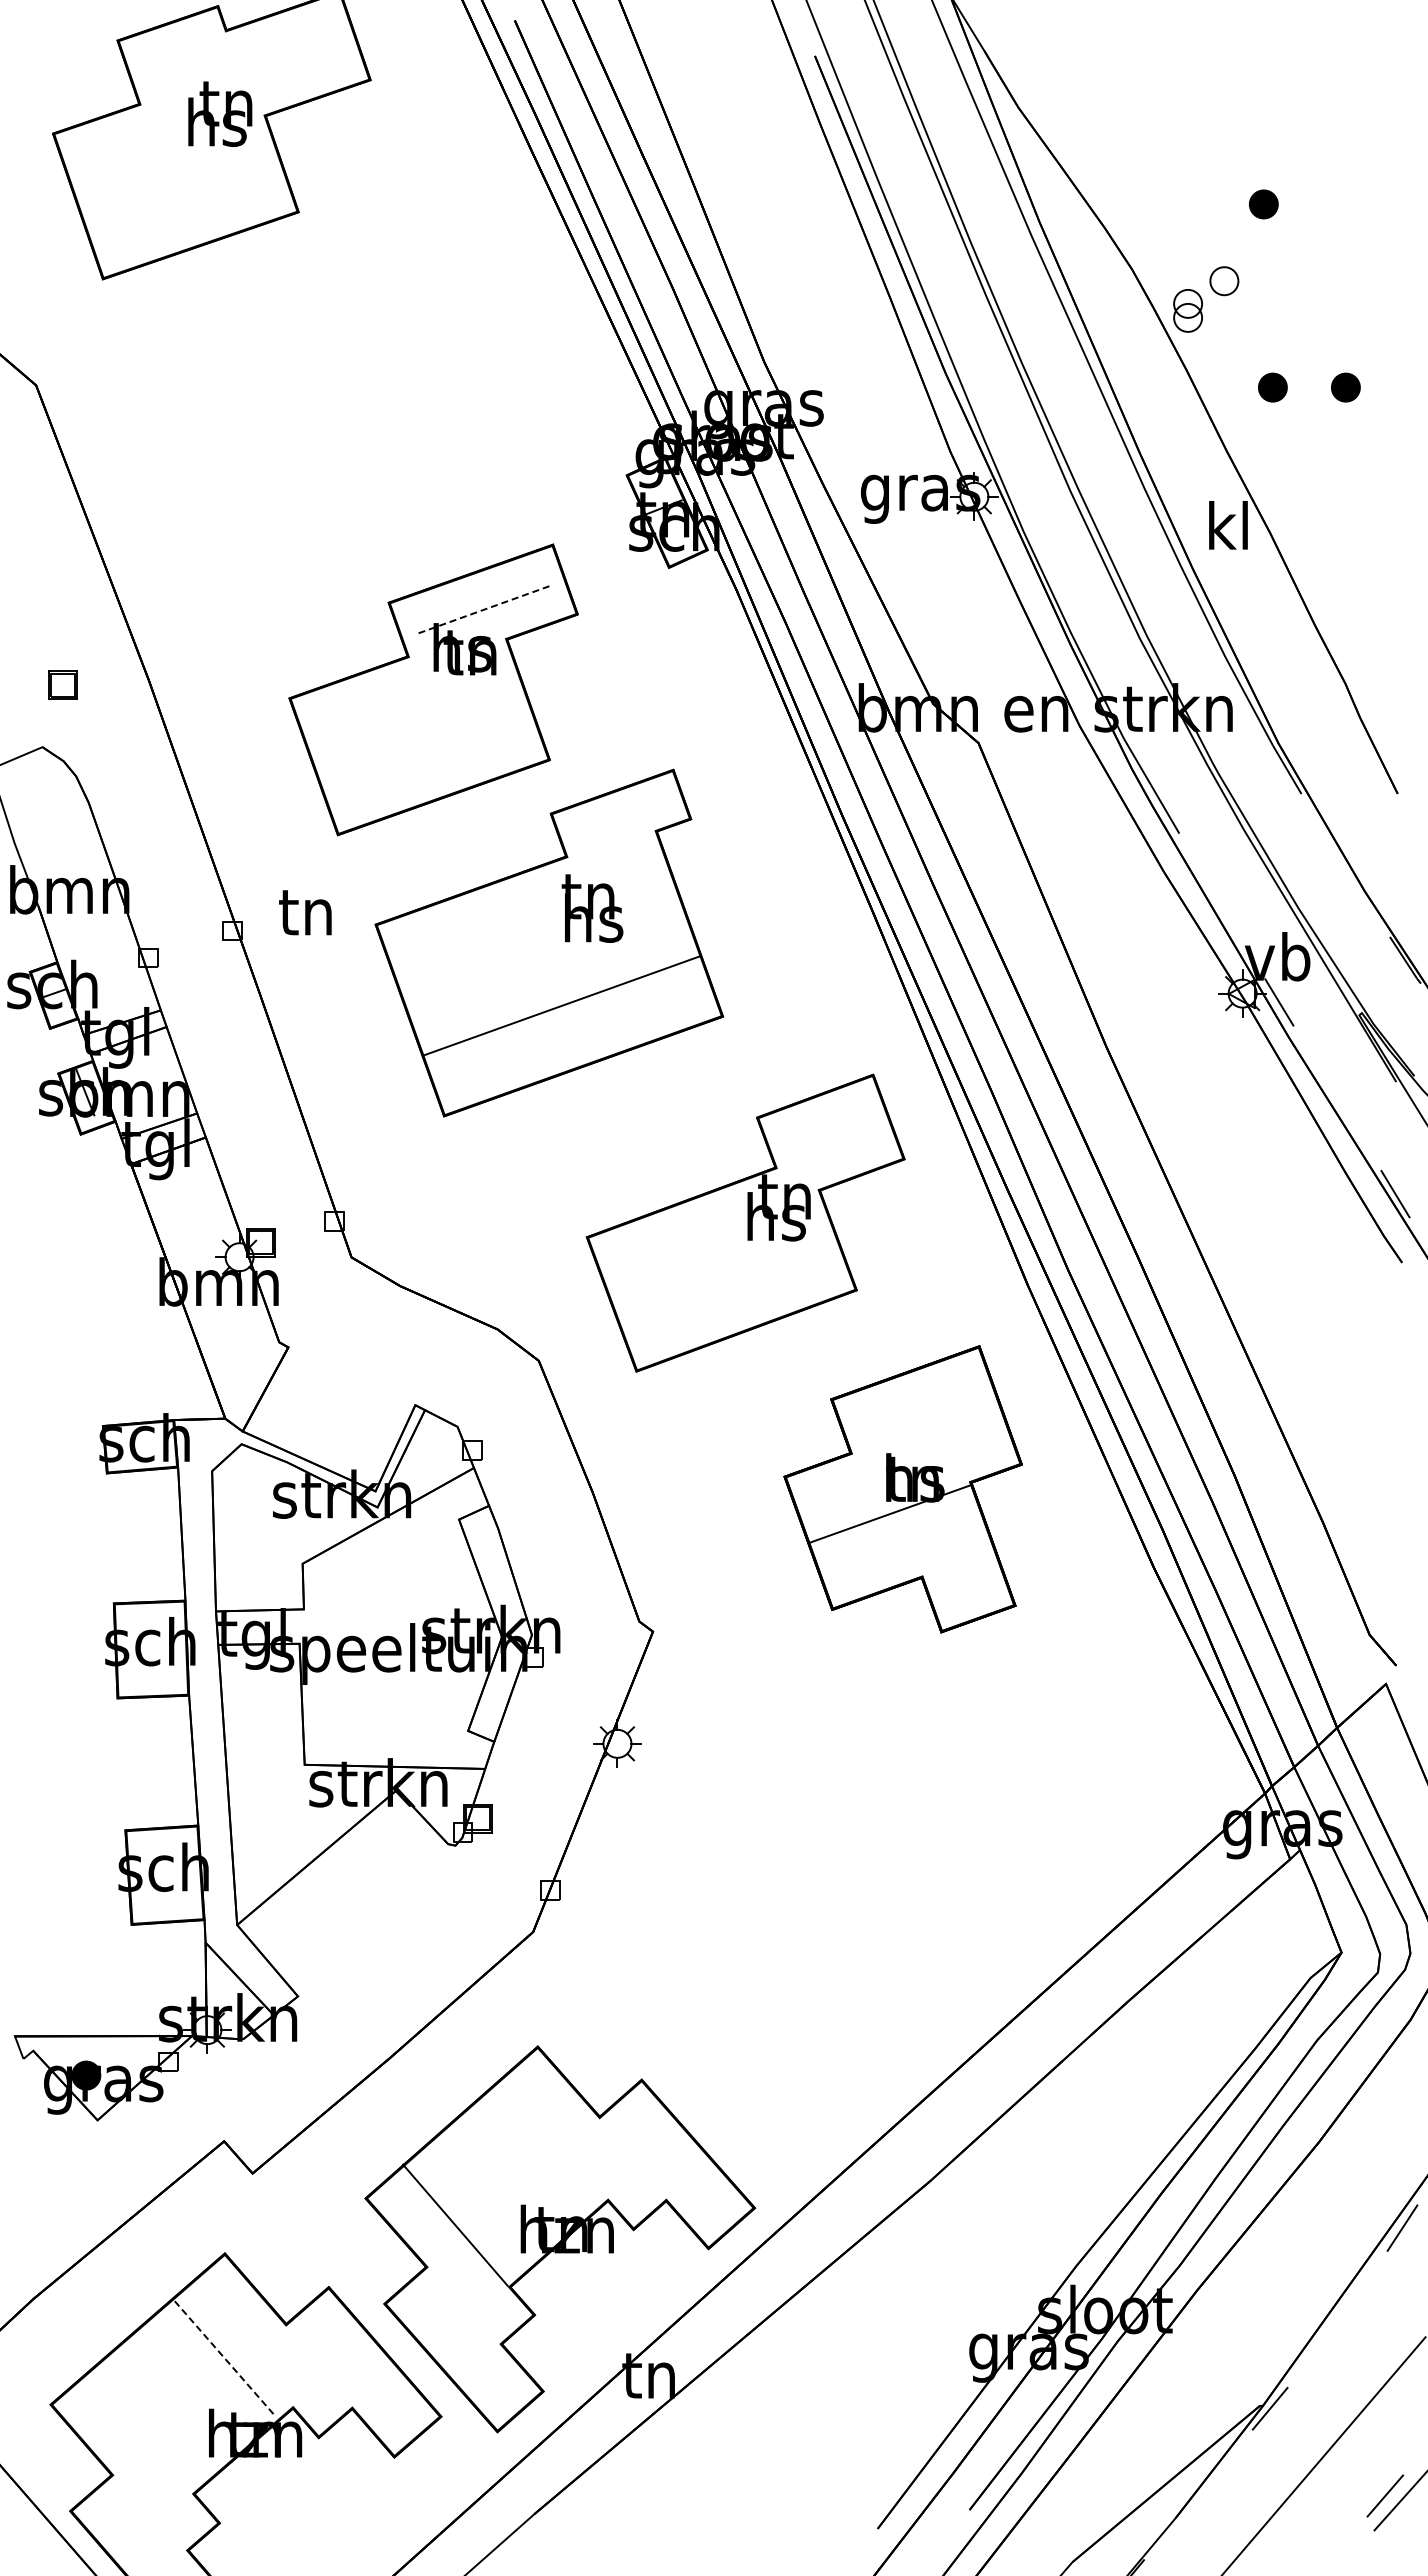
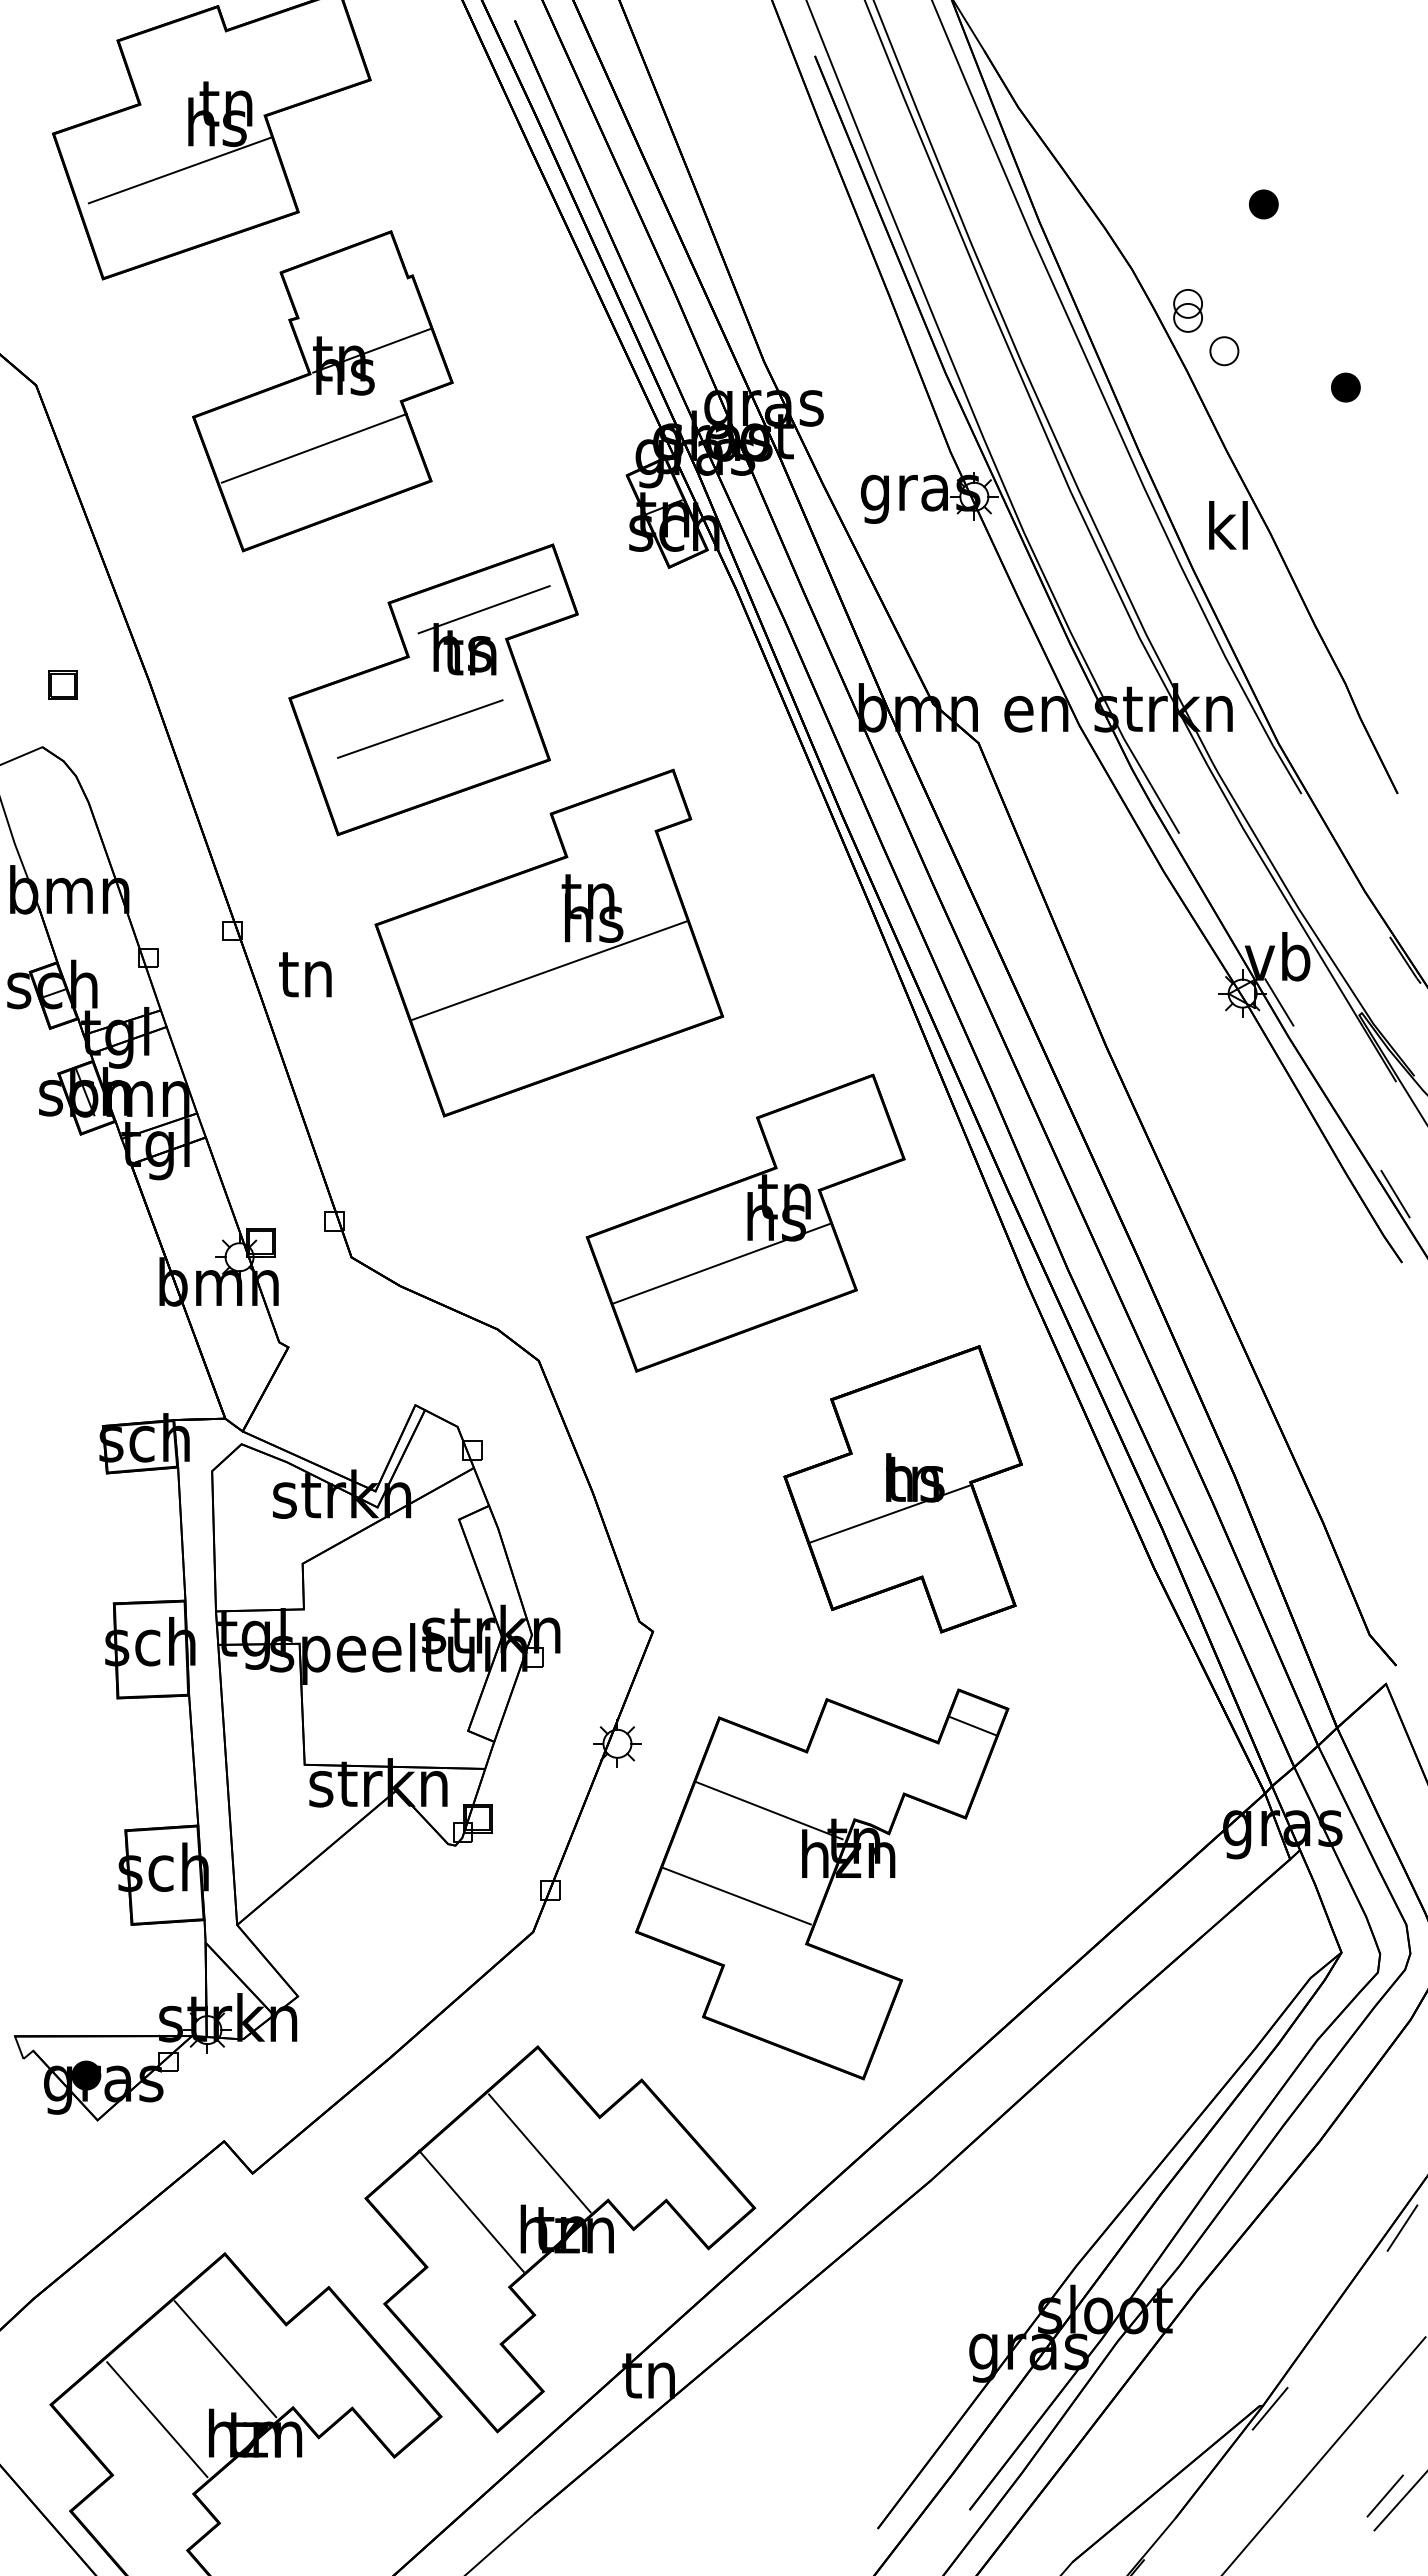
line at (179, 170): none -> present
part at (1224, 281) position: (1224, 281) -> (1224, 351)
part at (1272, 387): present -> none
part at (322, 391): none -> present
line at (484, 609): dashed -> solid
line at (420, 728): none -> present
text at (305, 912) position: (305, 912) -> (305, 974)
line at (561, 1005) position: (561, 1005) -> (548, 970)
line at (721, 1263): none -> present
part at (822, 1884): none -> present
line at (539, 2153): none -> present
line at (455, 2224) position: (455, 2224) -> (471, 2210)
line at (225, 2359): dashed -> solid
line at (157, 2419): none -> present
